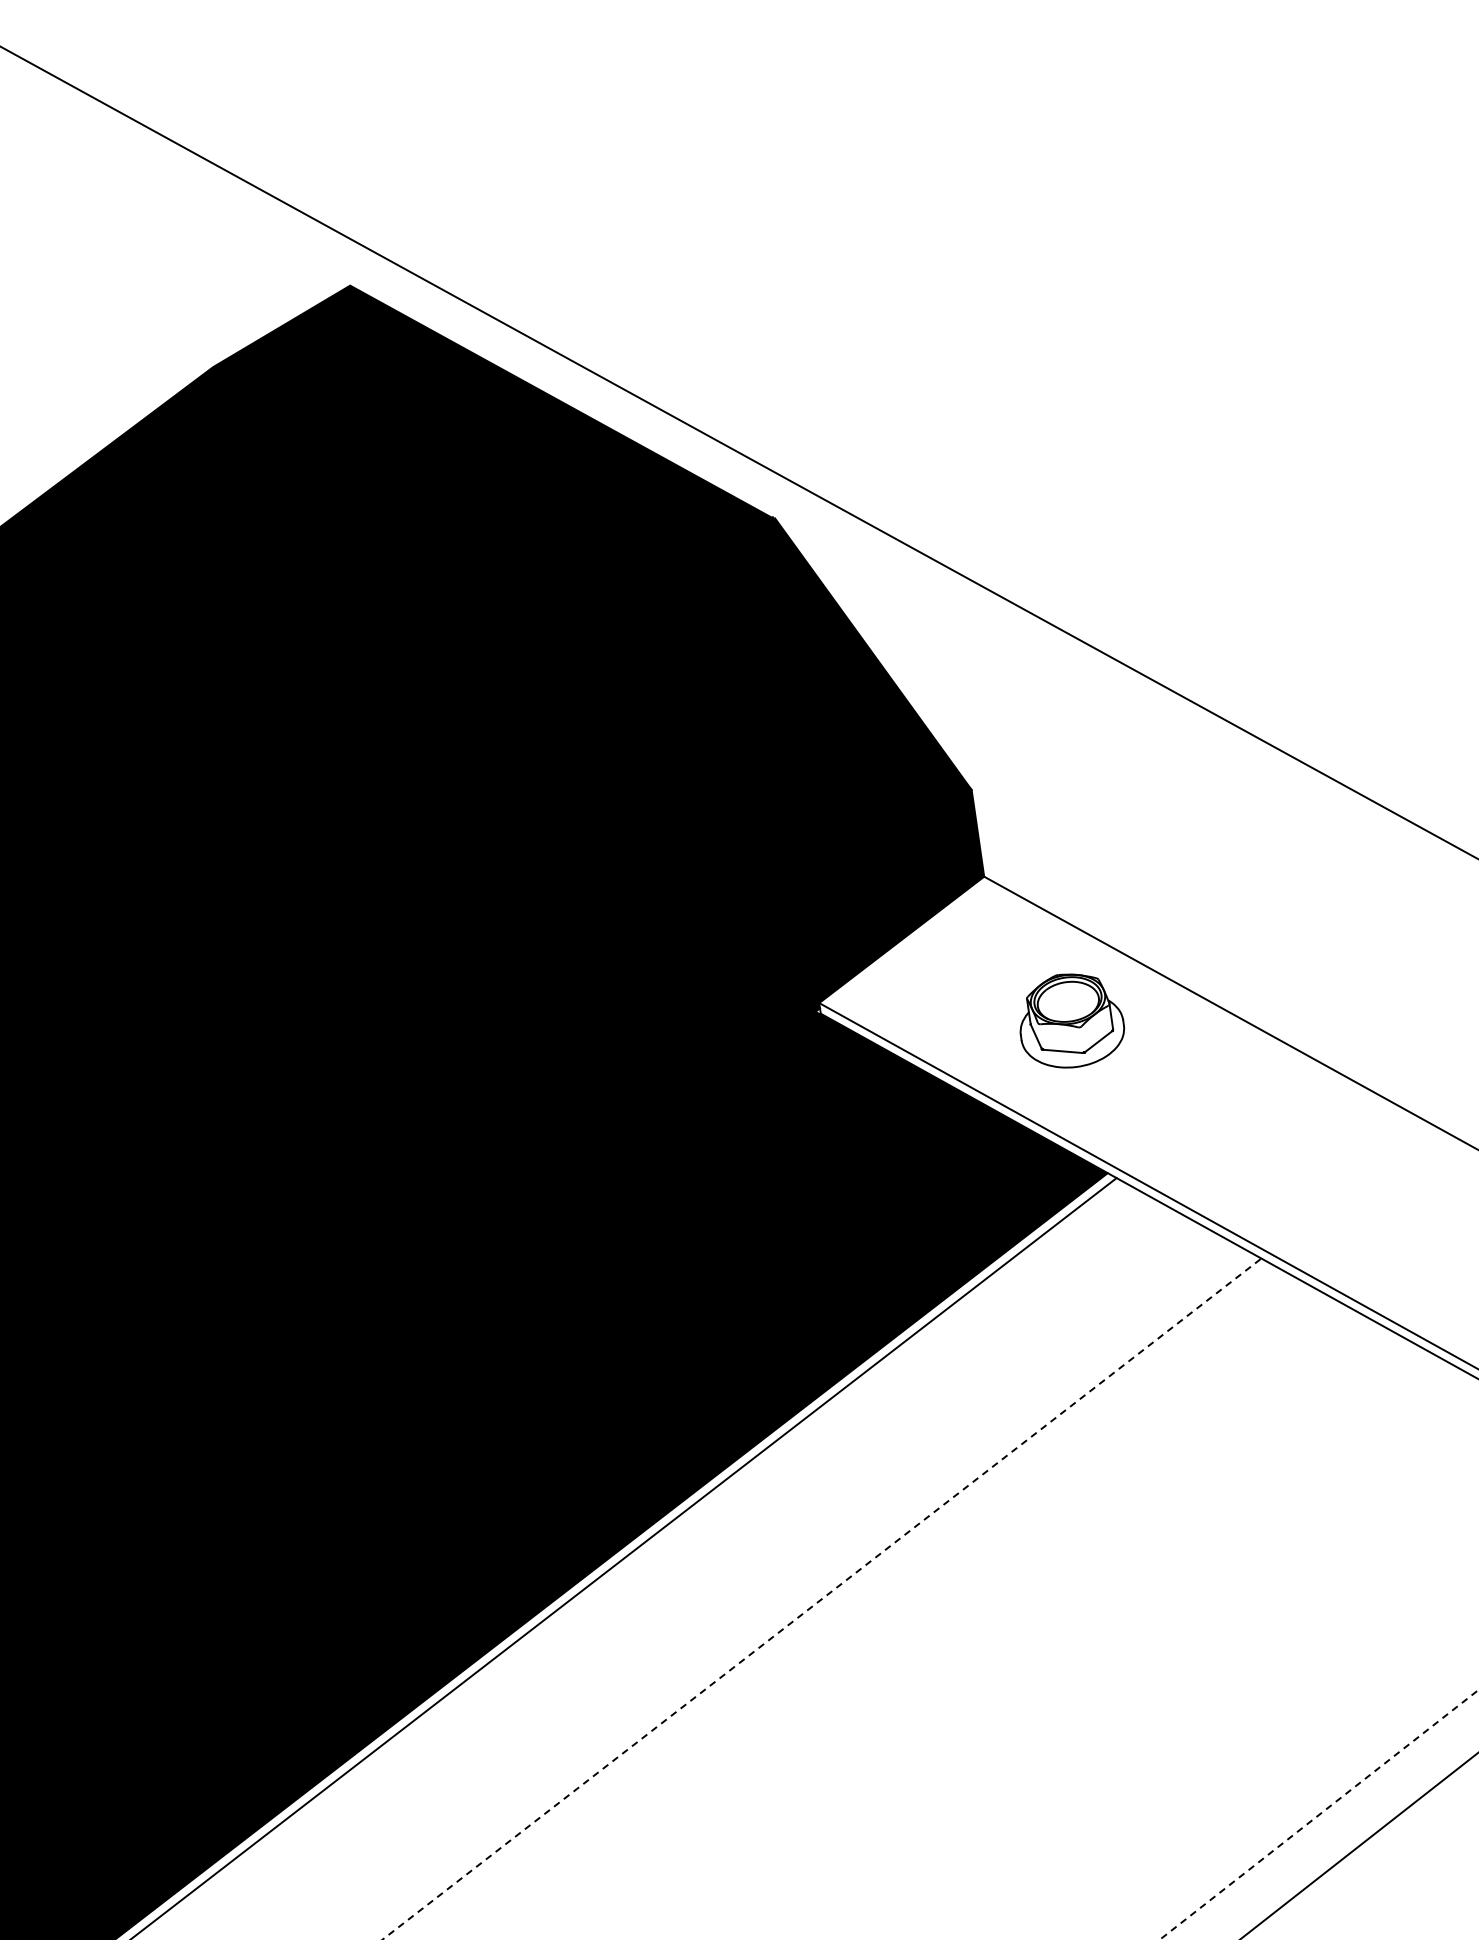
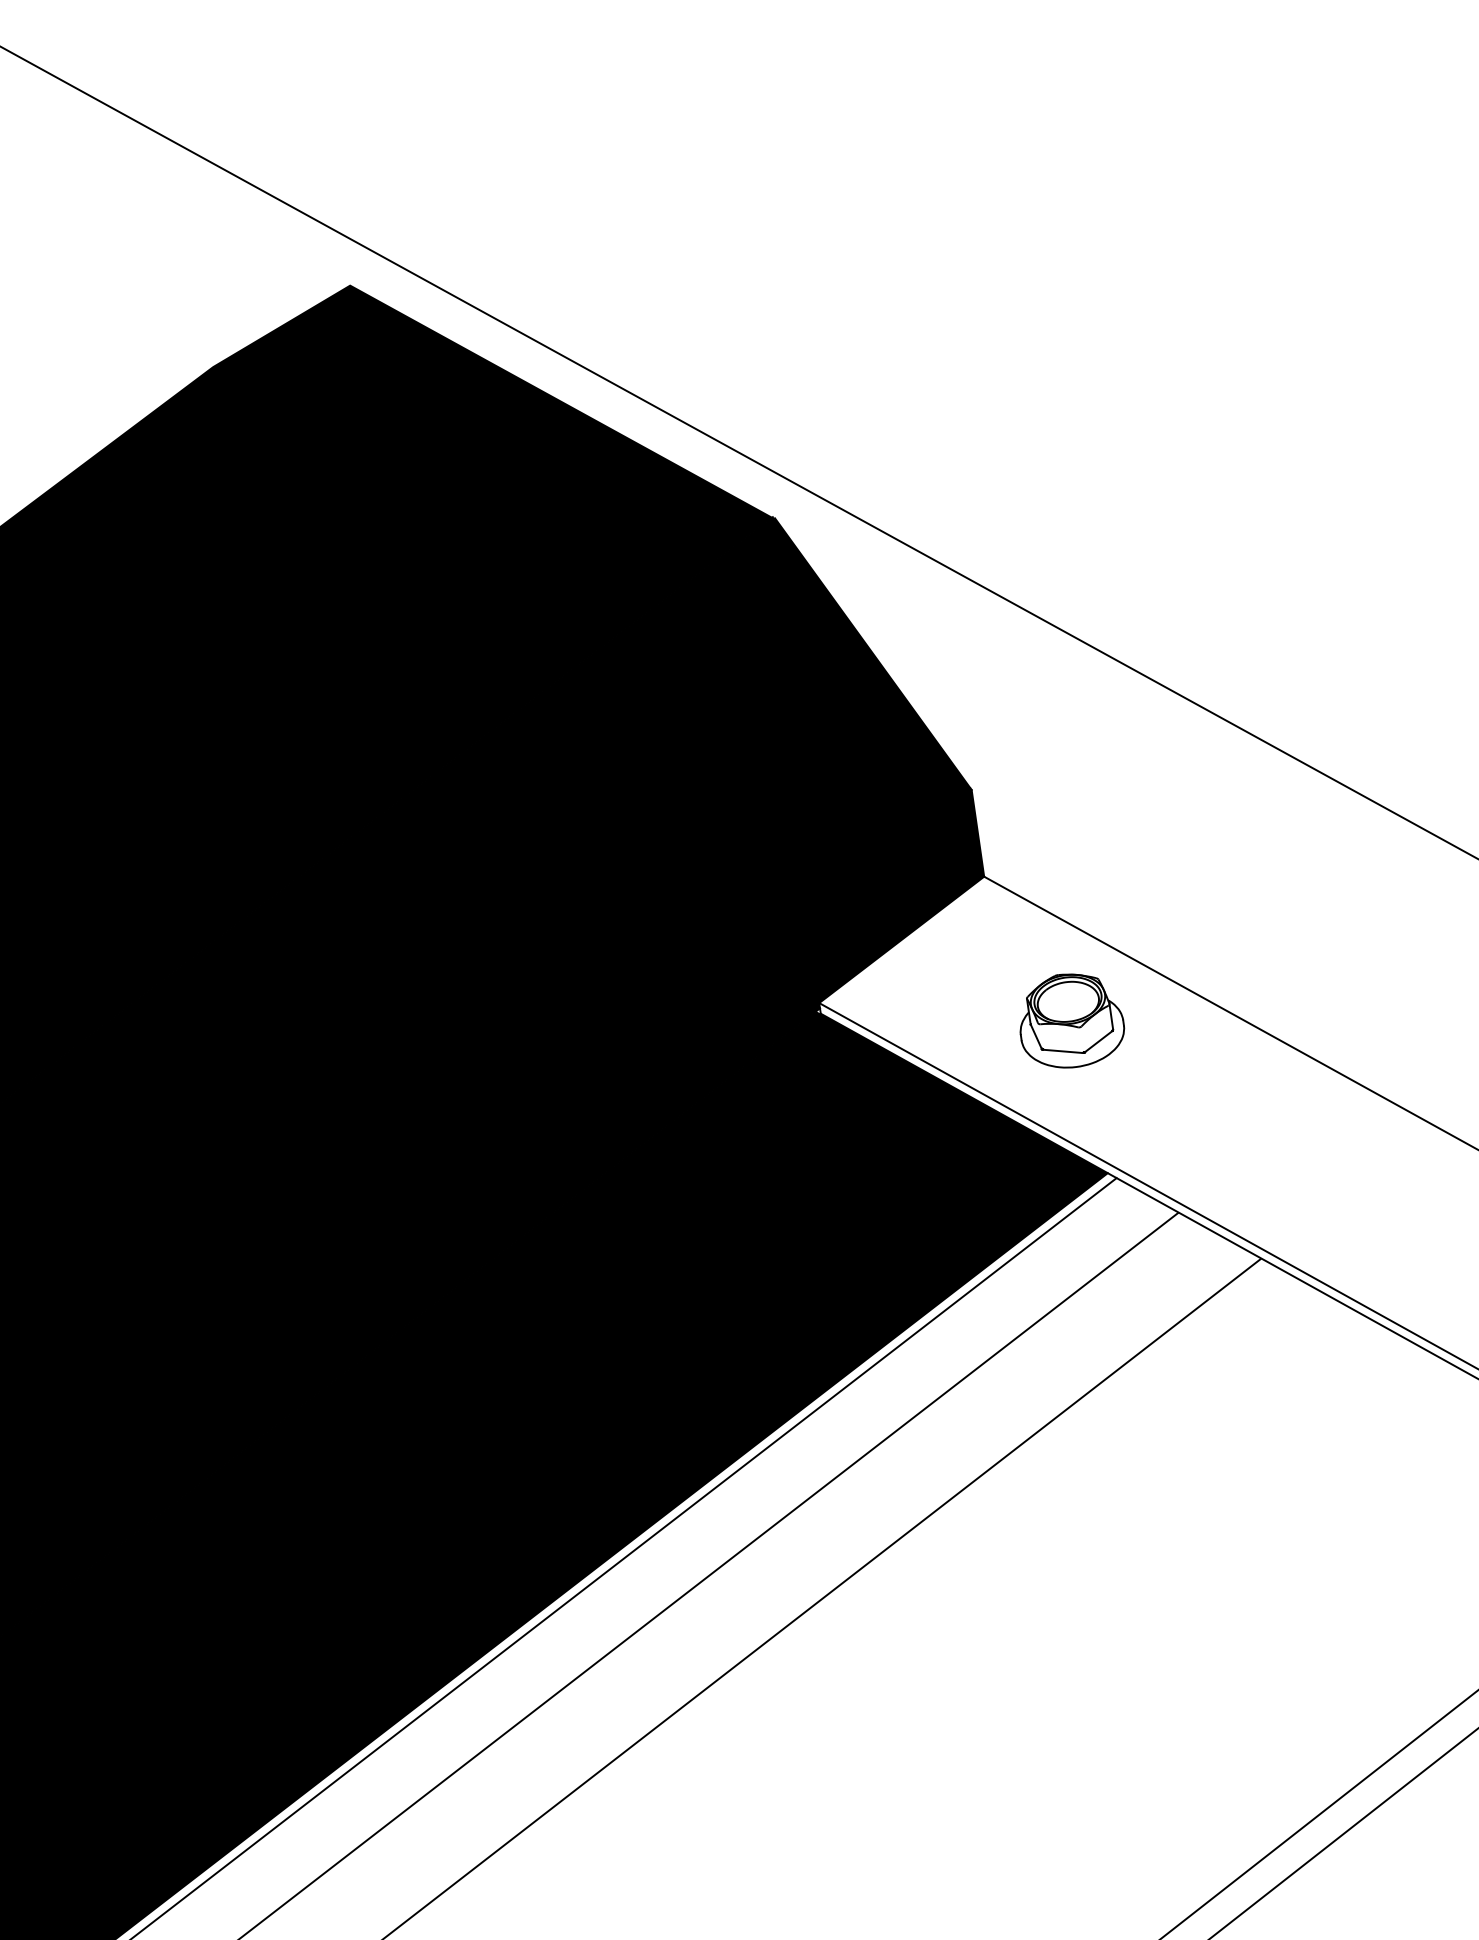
line at (709, 1574): none -> present
line at (821, 1599): dashed -> solid
line at (1318, 1815): dashed -> solid
line at (1359, 1845) position: (1359, 1845) -> (1343, 1833)
